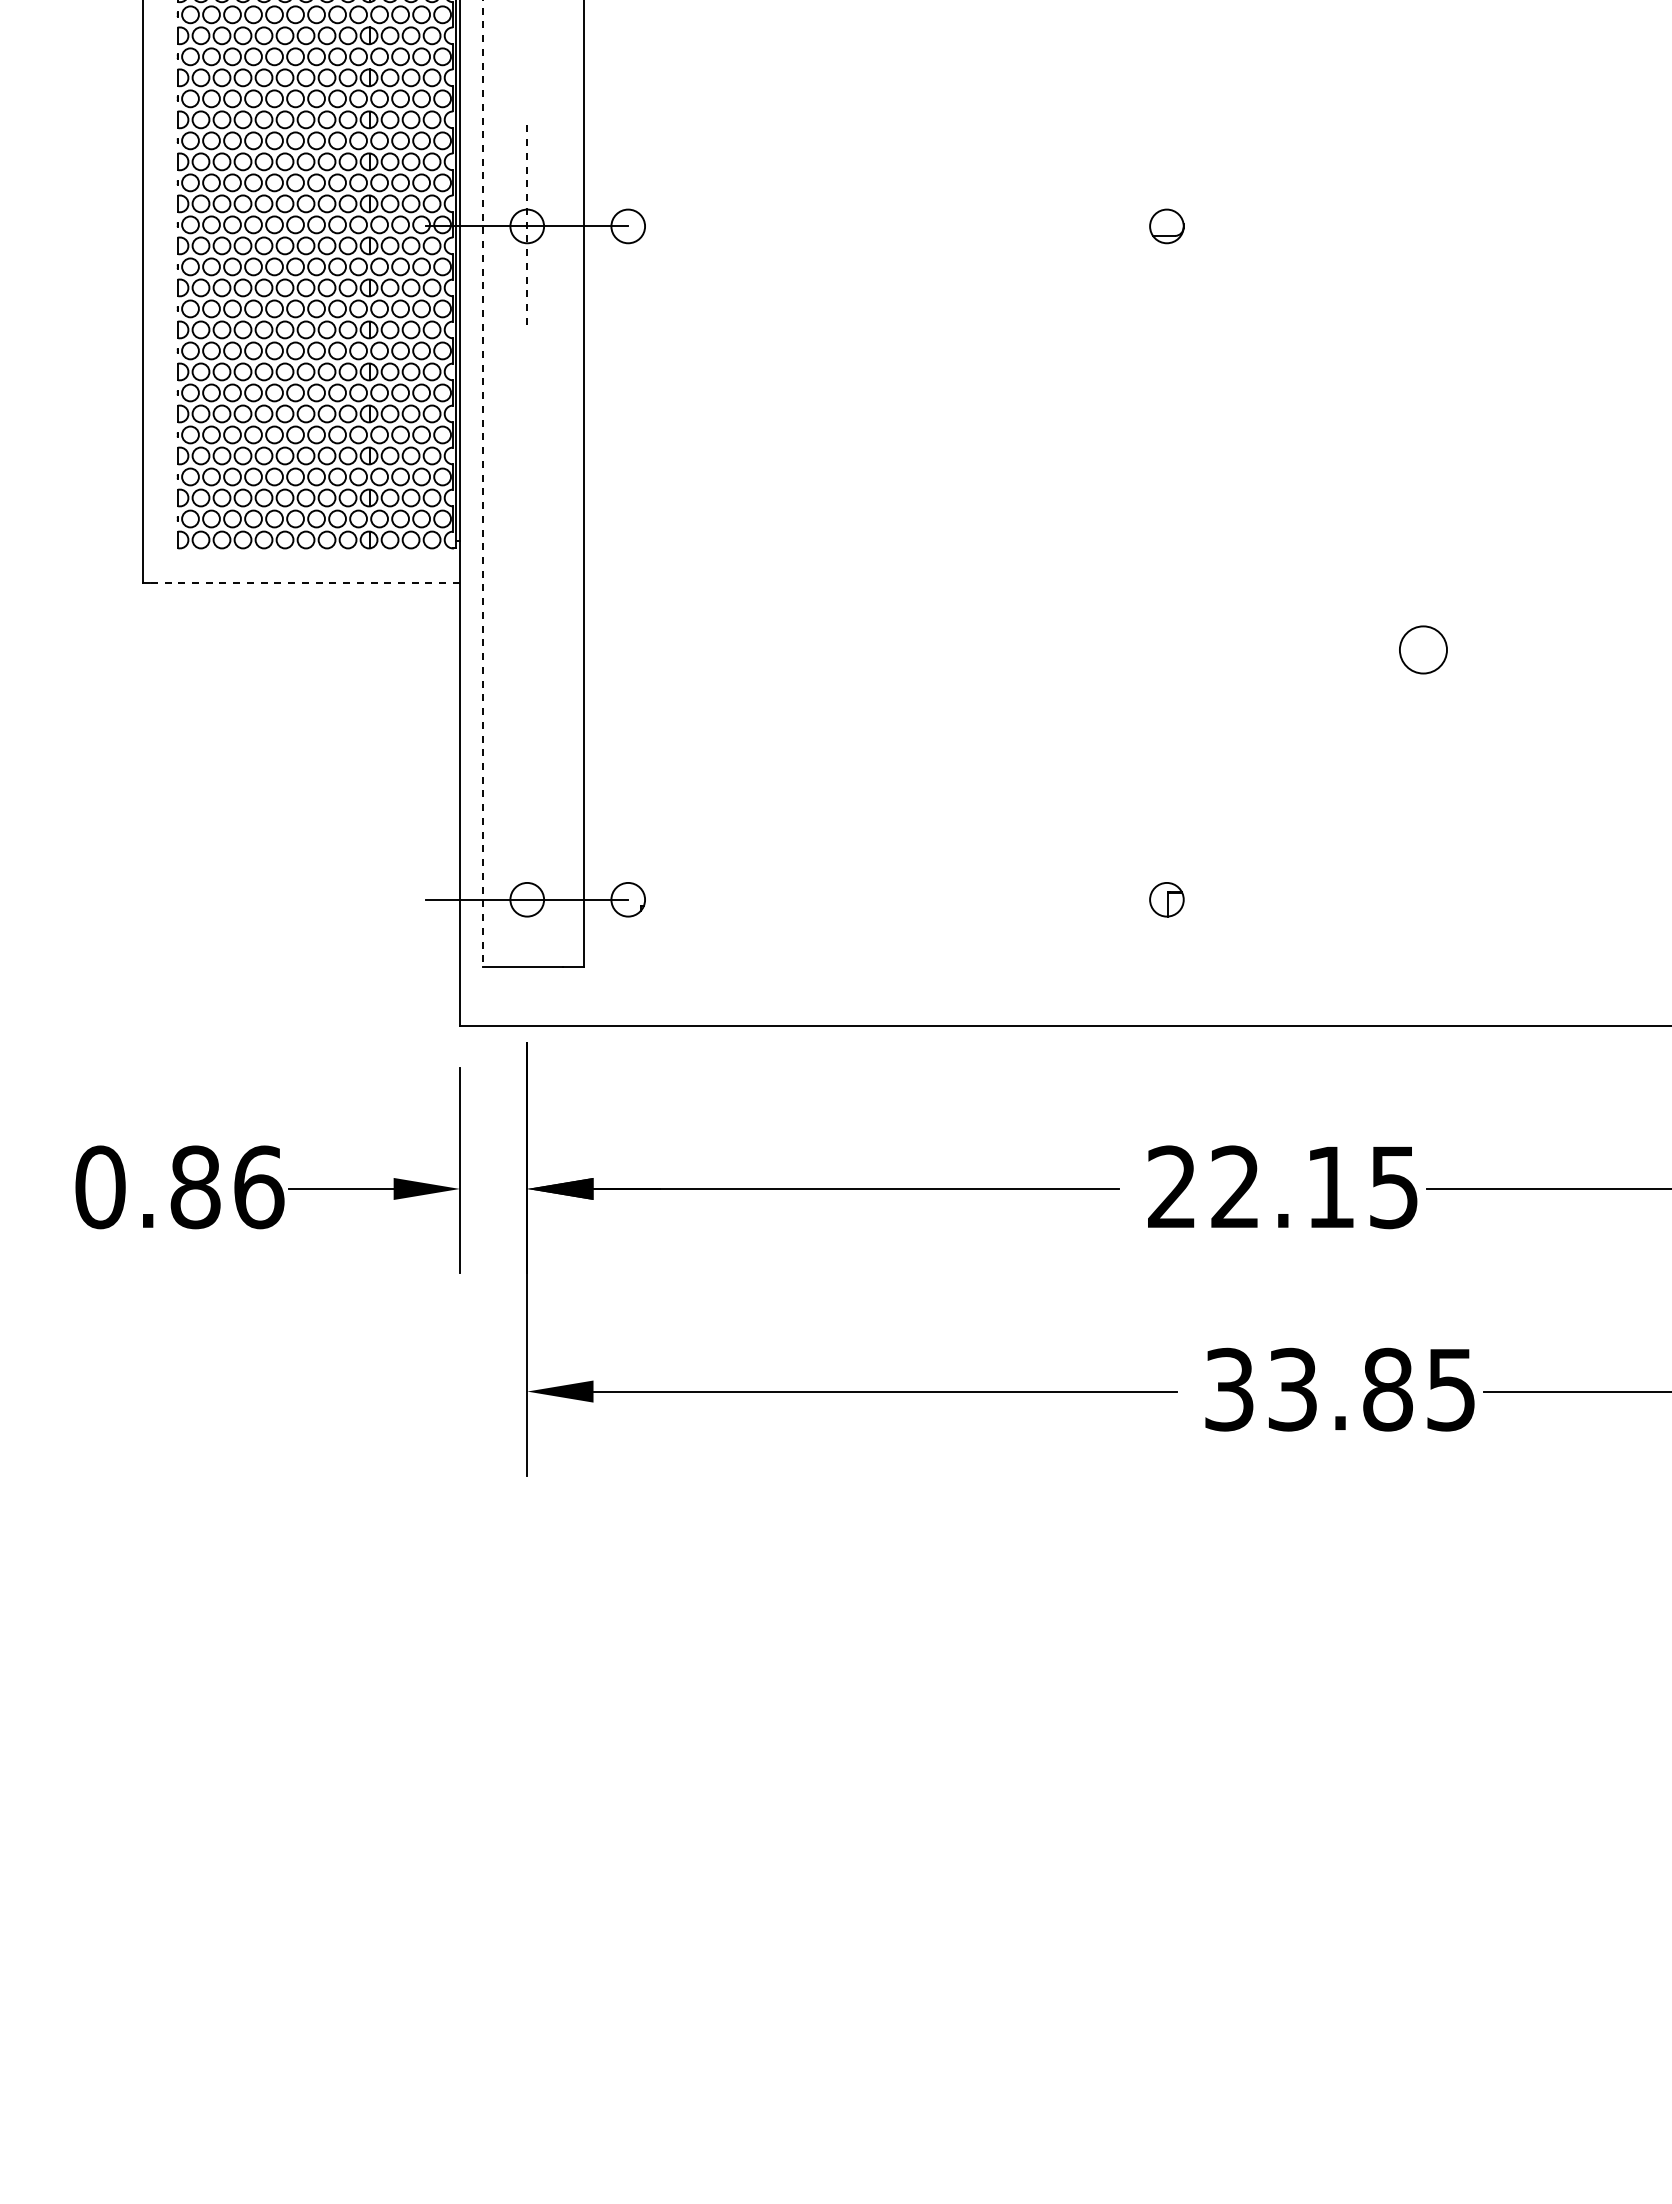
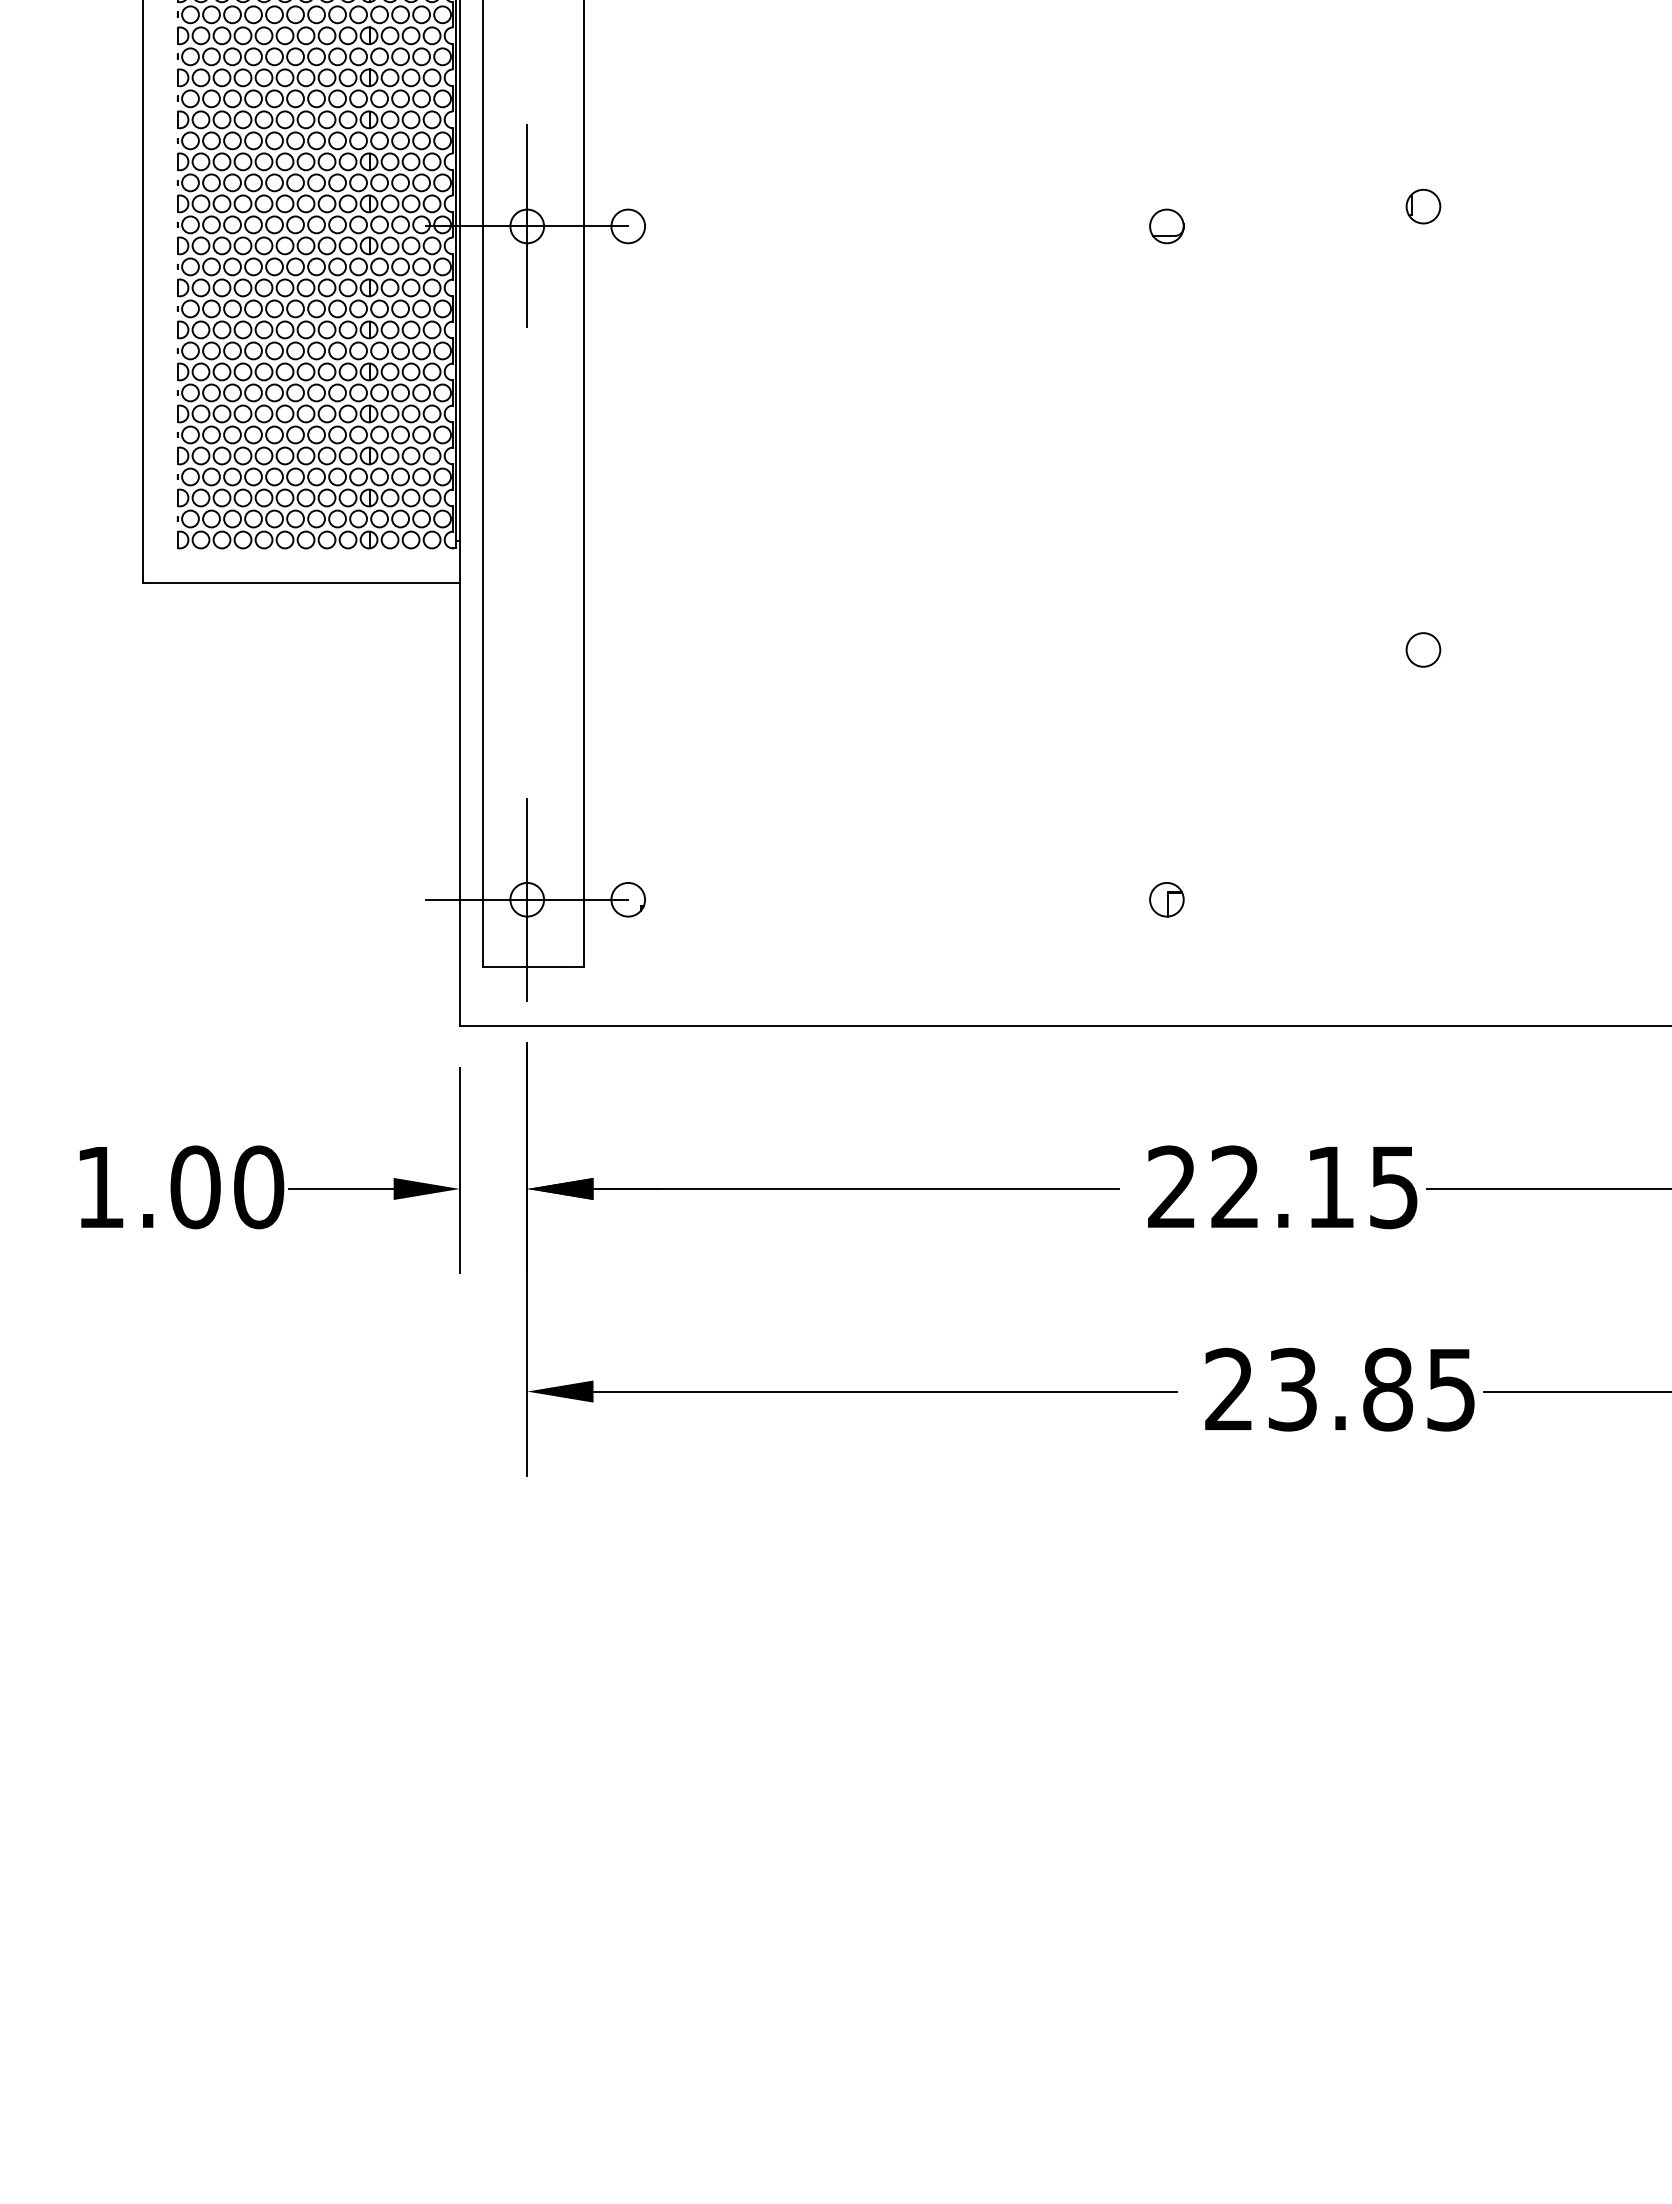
part at (1423, 206): none -> present
line at (527, 226): dashed -> solid
line at (483, 484): dashed -> solid
line at (305, 582): dashed -> solid
circle at (1423, 649) size: 49x50 px -> 37x36 px
line at (527, 899): none -> present
text at (179, 1187): 0.86 -> 1.00
text at (1229, 1389): 33.85 -> 23.85
